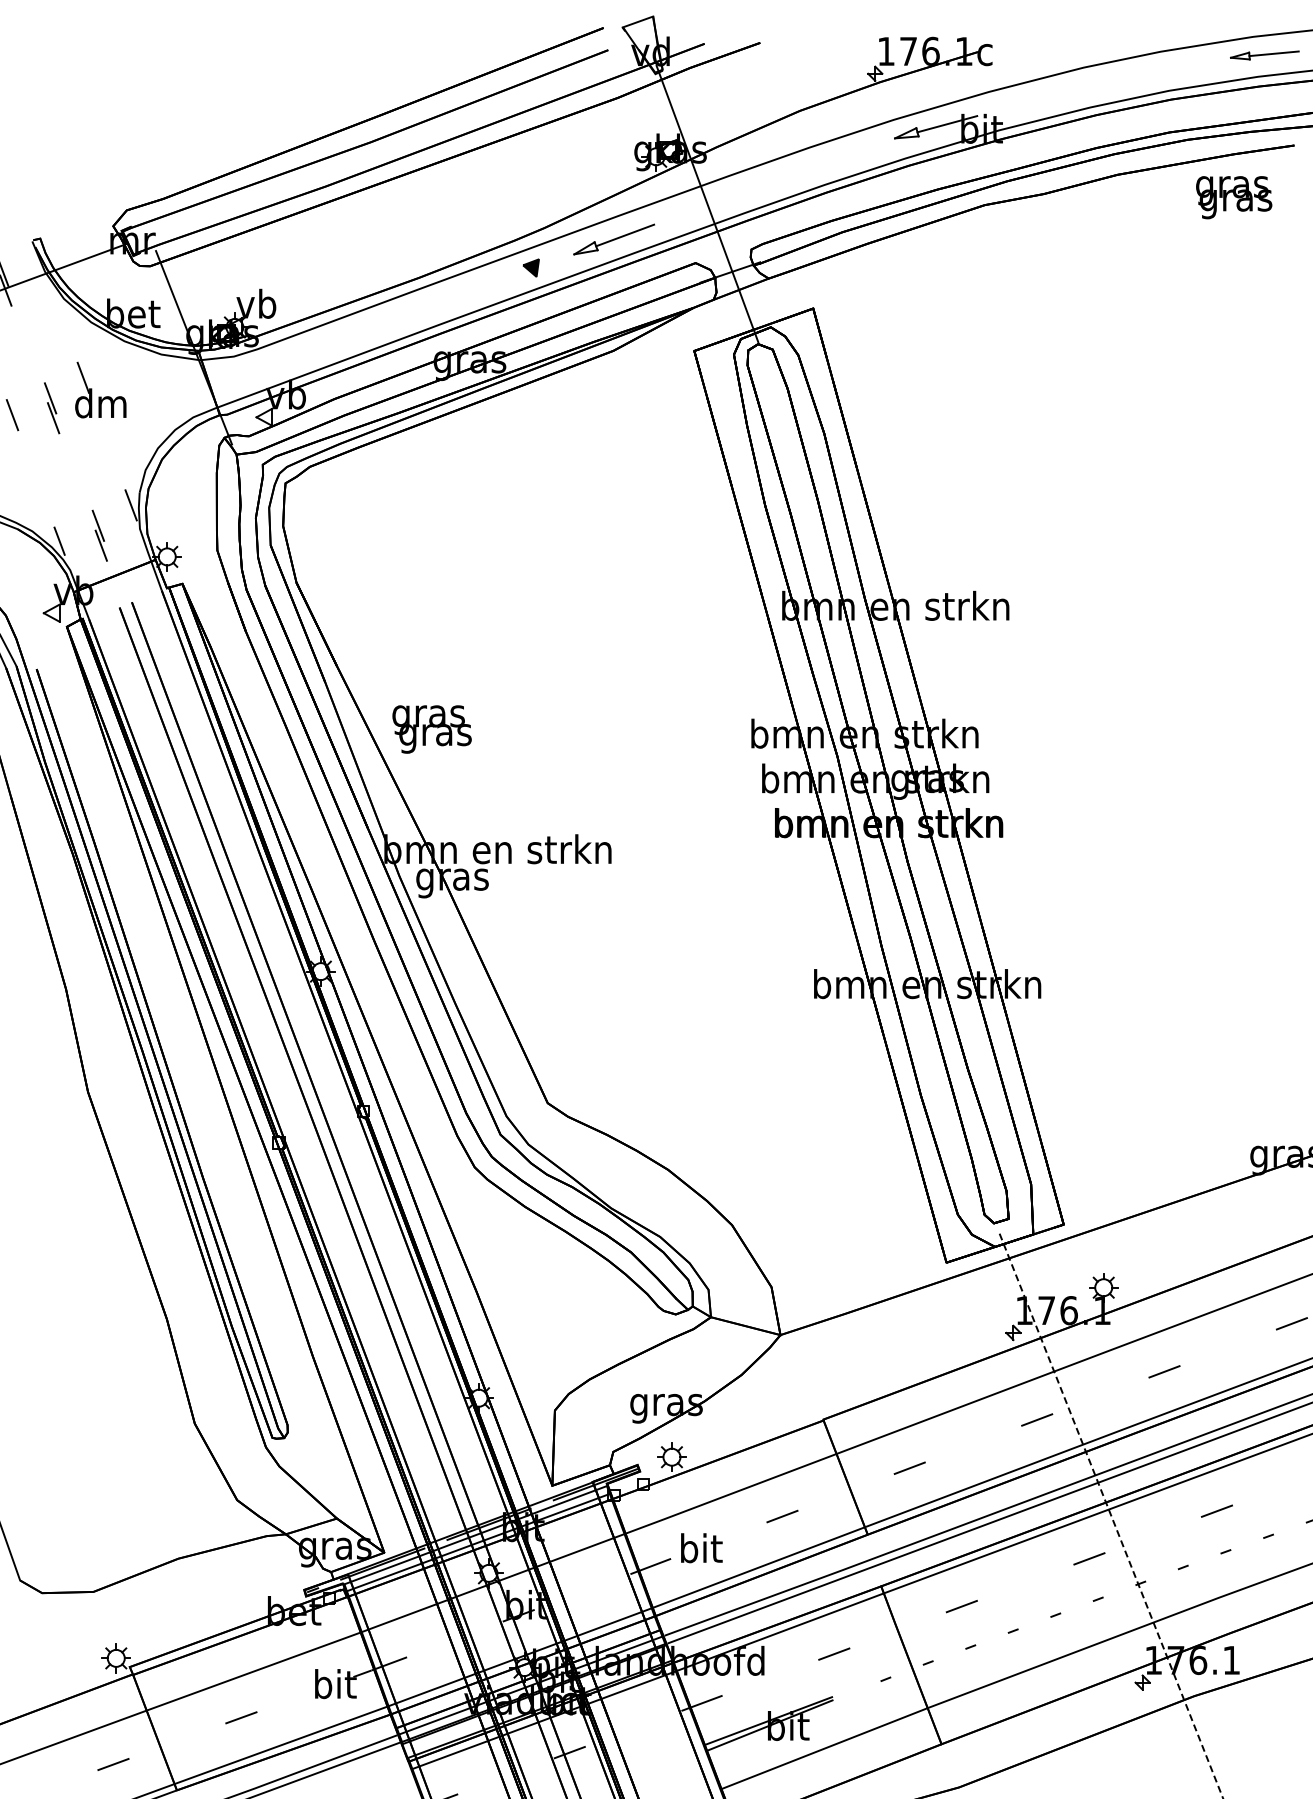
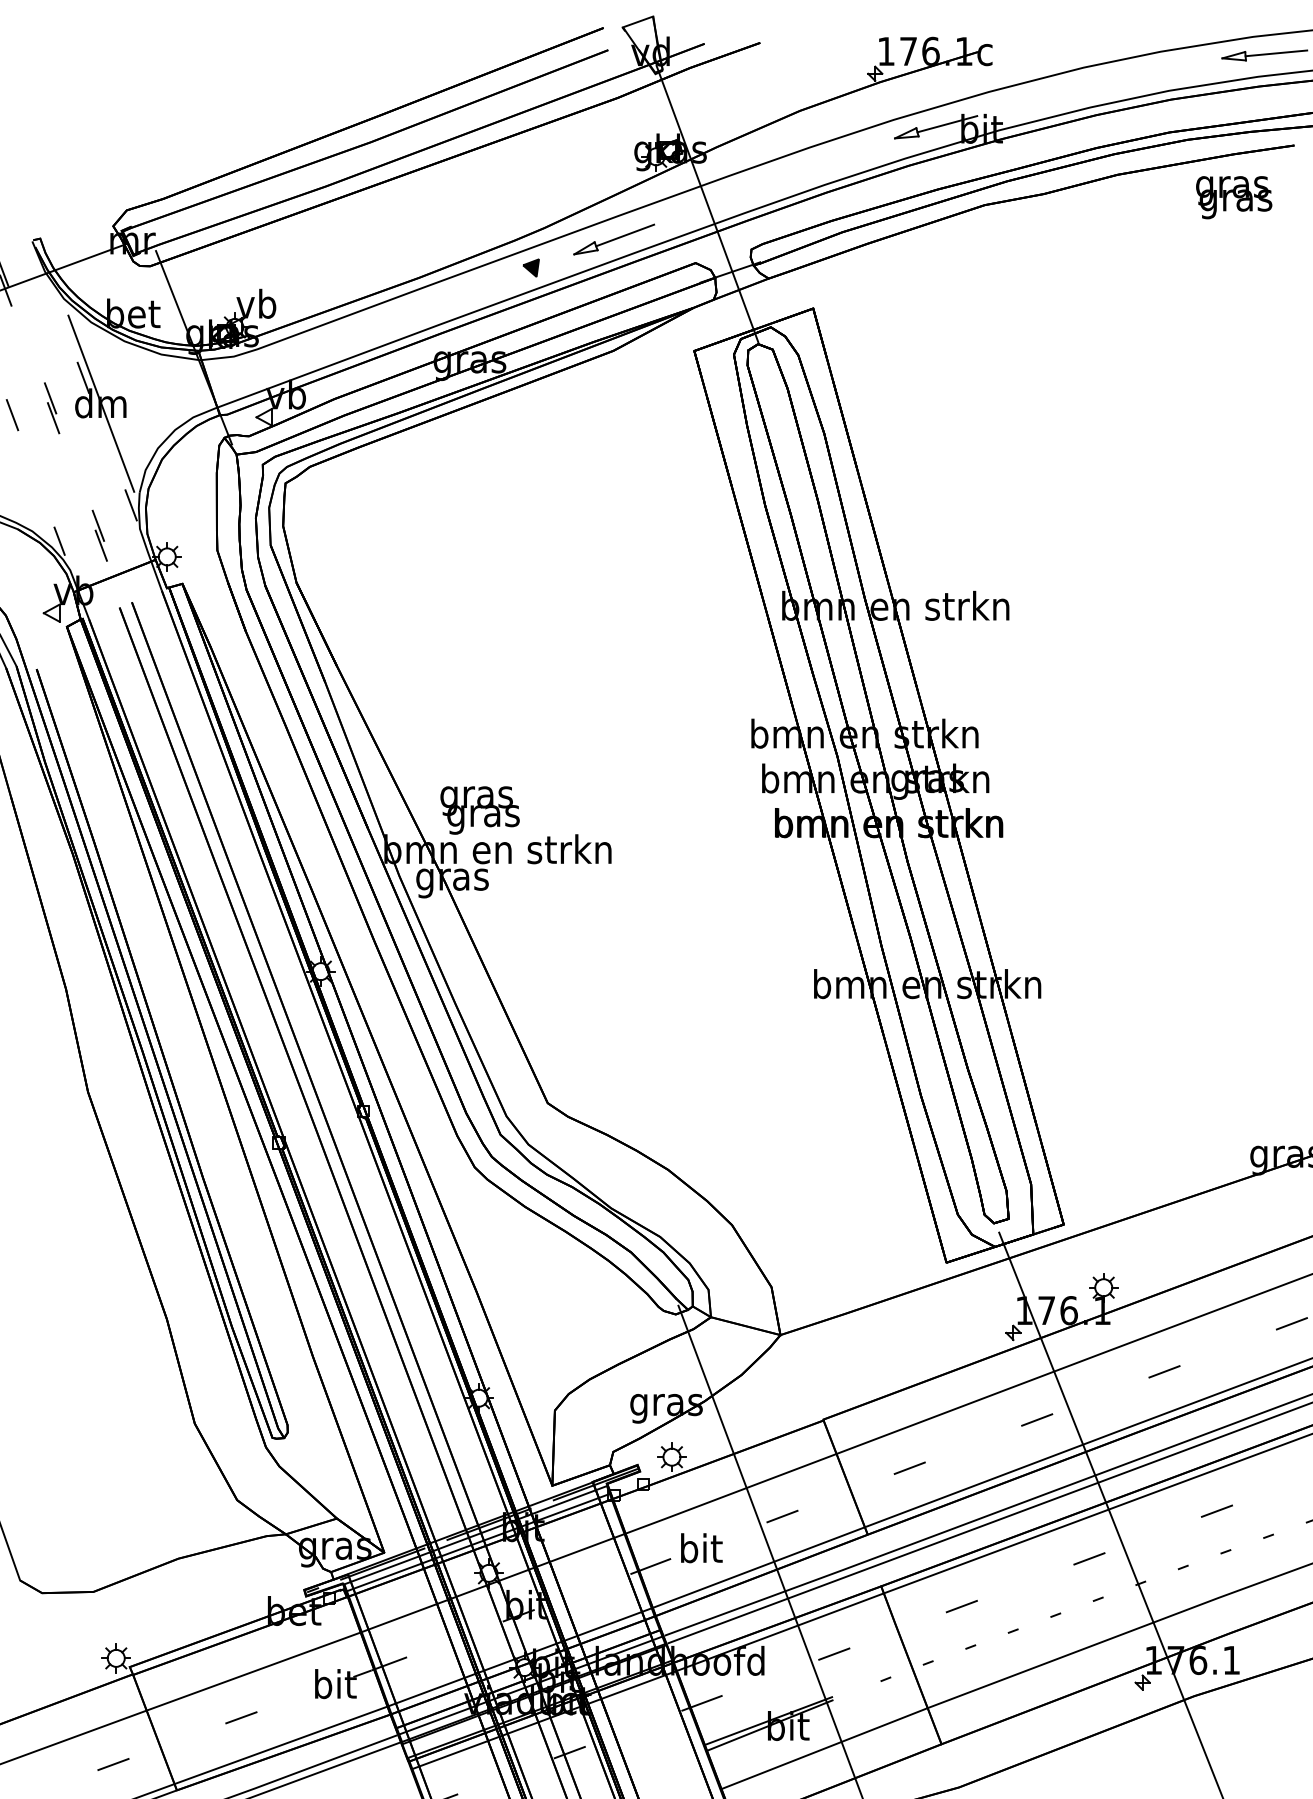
part at (1264, 55) size: 70x11 px -> 88x13 px
line at (101, 403): none -> present
text at (431, 729) position: (431, 729) -> (479, 810)
line at (1110, 1514): dashed -> solid
line at (769, 1550): none -> present
